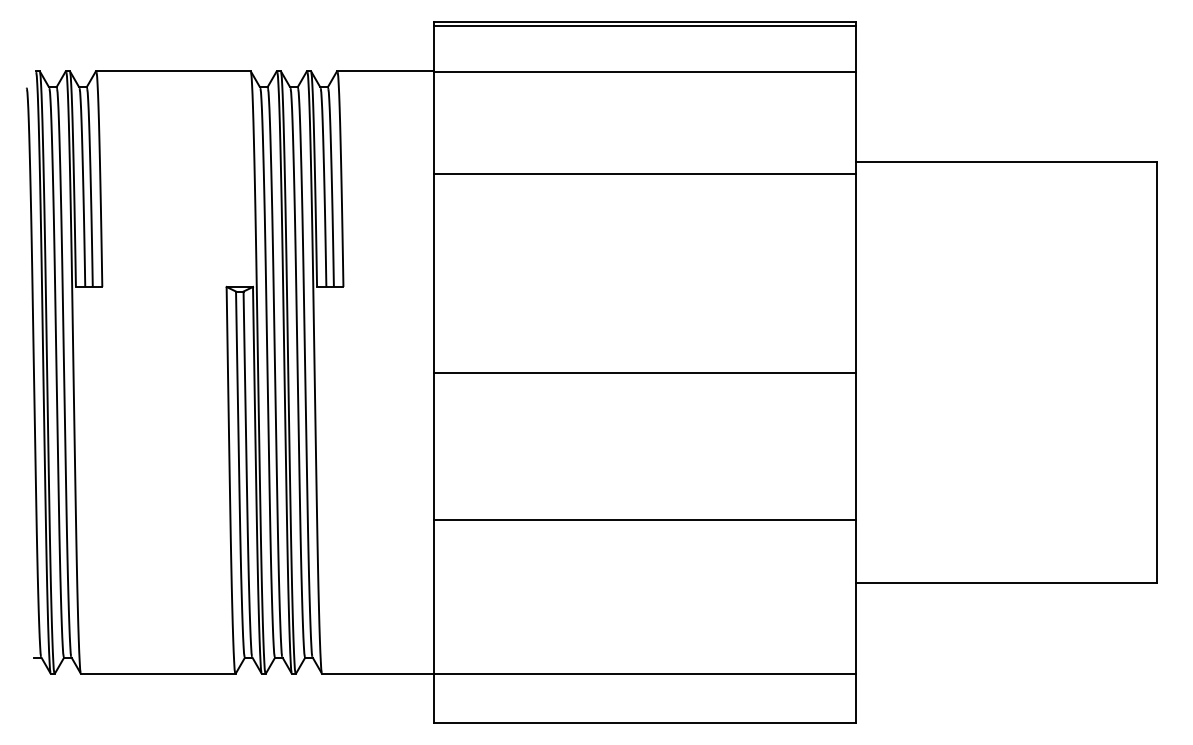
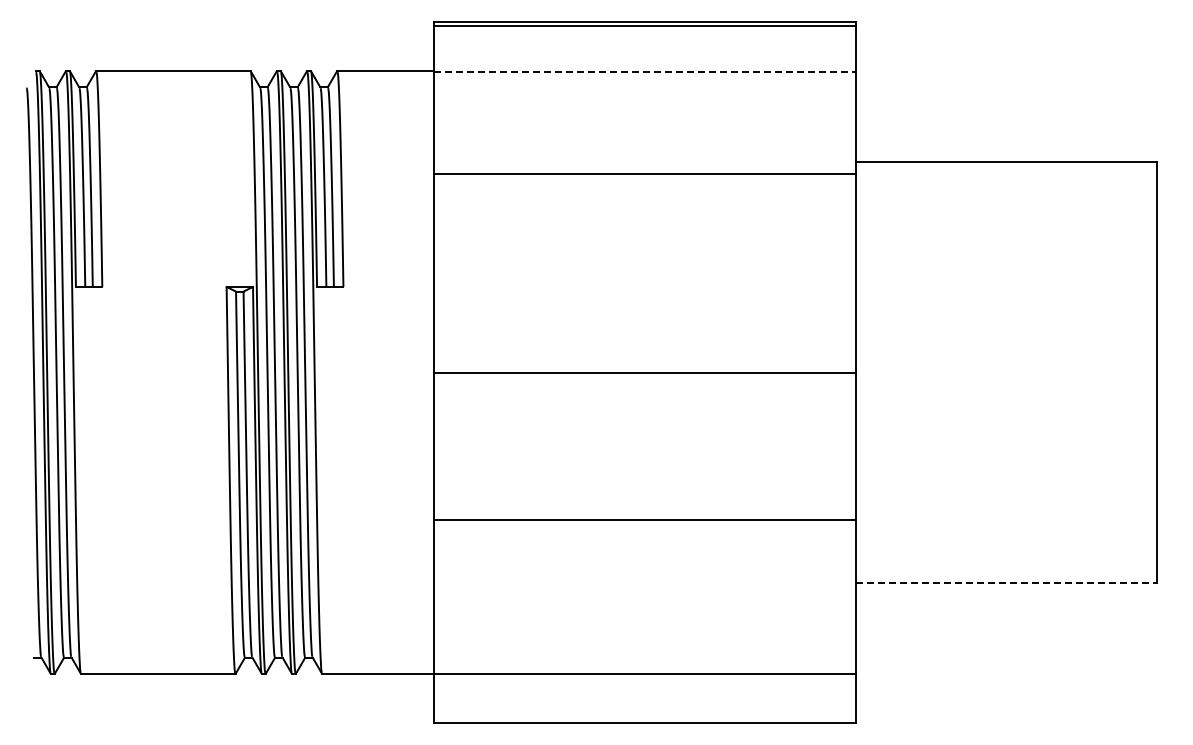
line at (644, 71): solid -> dashed
line at (1006, 583): solid -> dashed
